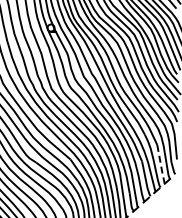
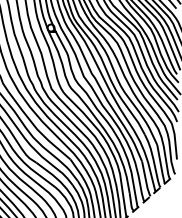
line at (161, 166): dashed -> solid
